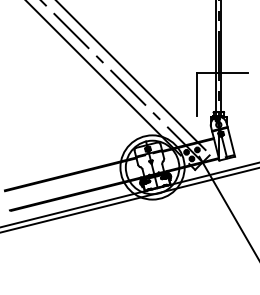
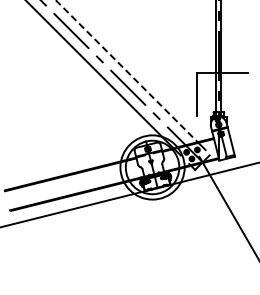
line at (127, 72): solid -> dashed
line at (129, 200): present -> none
